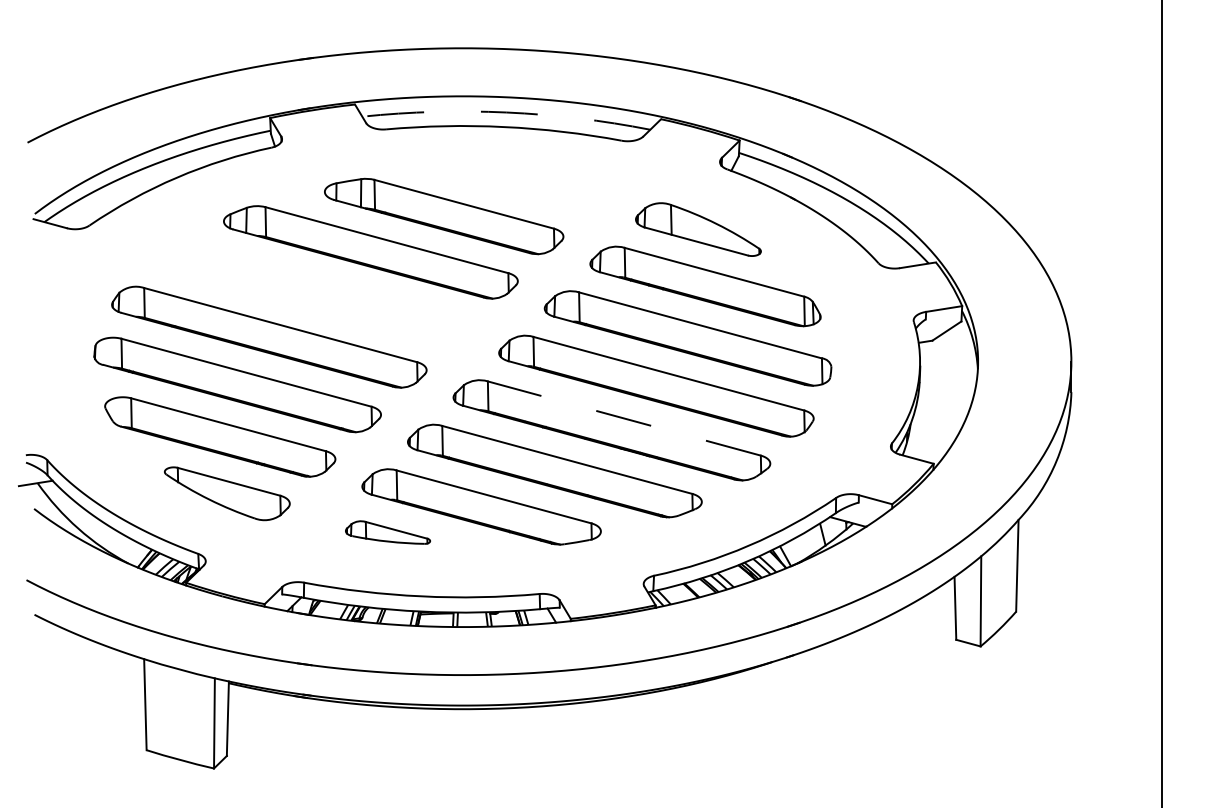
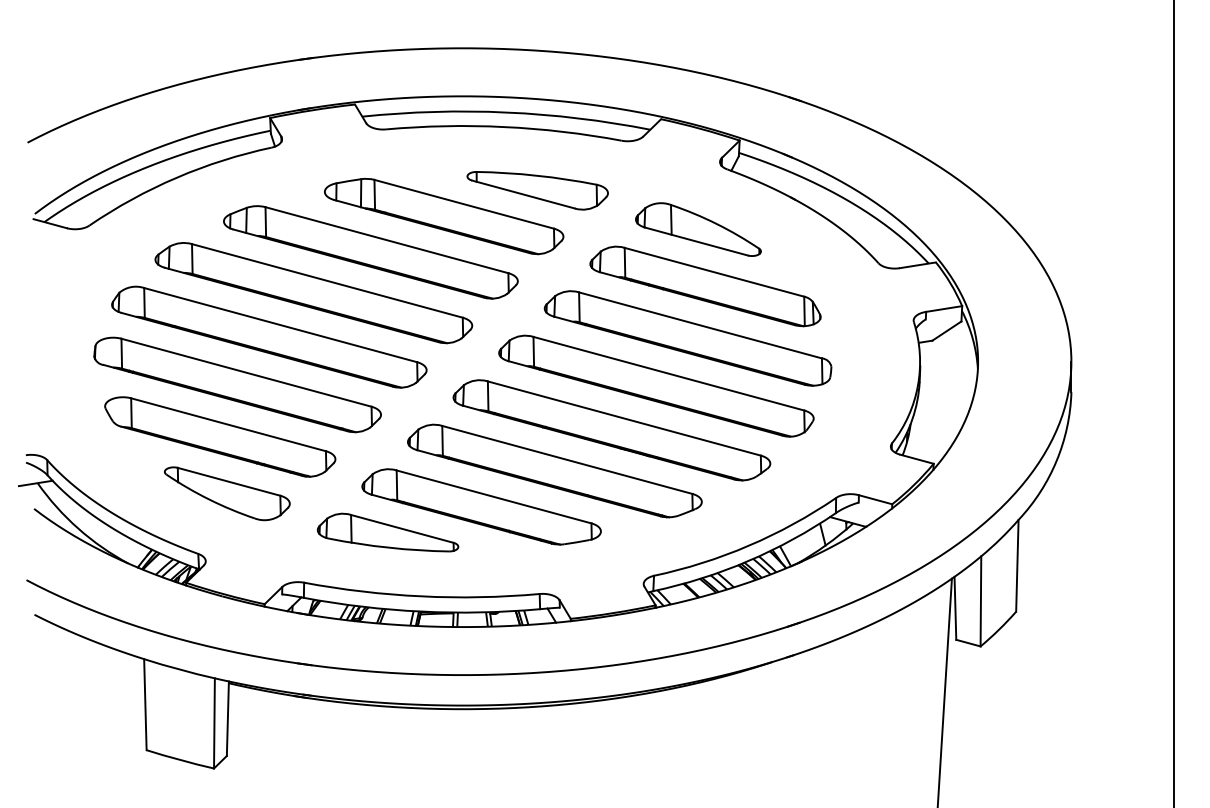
arc at (506, 112): dashed -> solid
part at (537, 190): none -> present
part at (313, 293): none -> present
line at (1161, 403) position: (1161, 403) -> (1173, 403)
line at (623, 418): dashed -> solid
part at (387, 532) size: 86x25 px -> 144x41 px
line at (944, 691): none -> present
